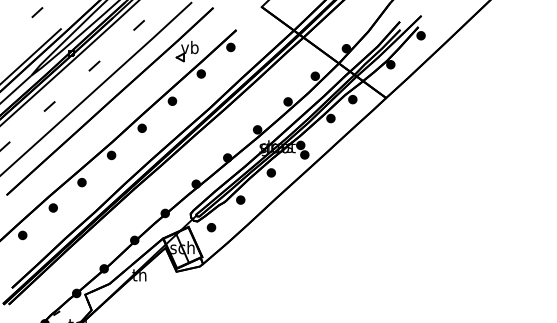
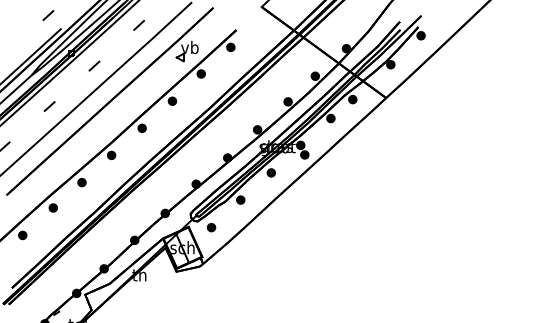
line at (37, 12) position: (37, 12) -> (48, 15)
